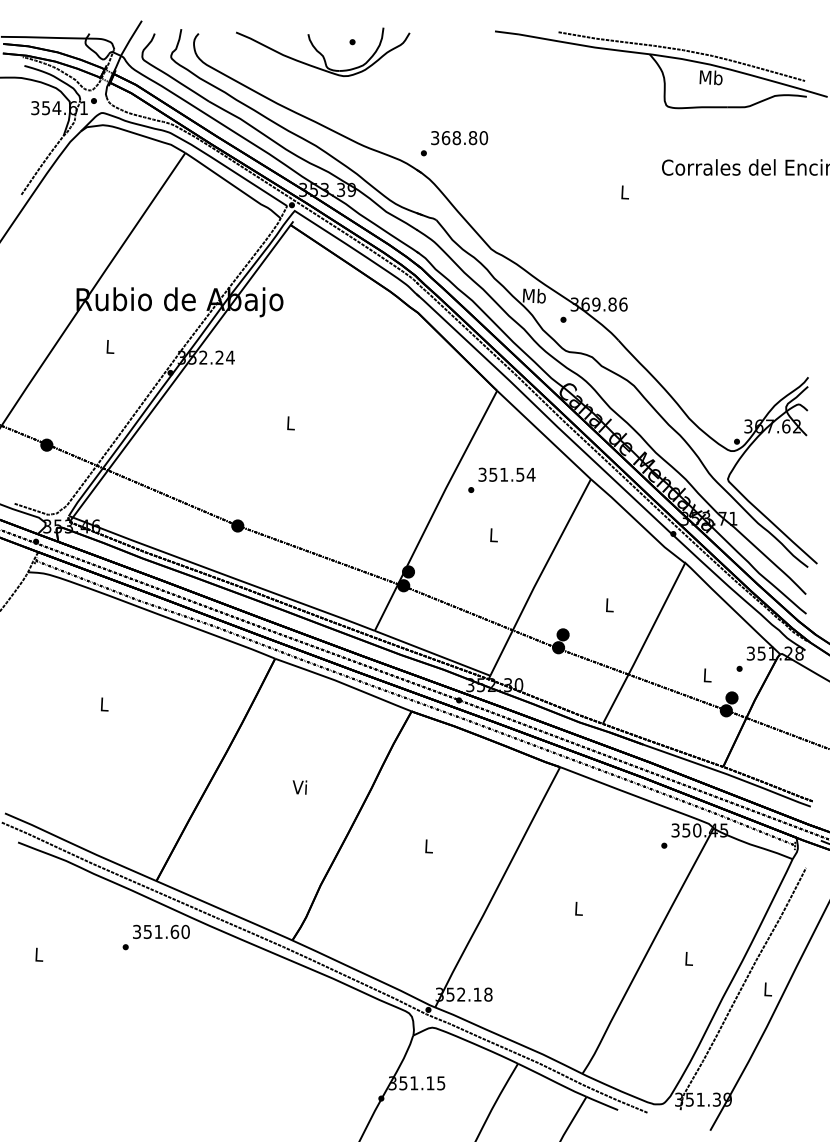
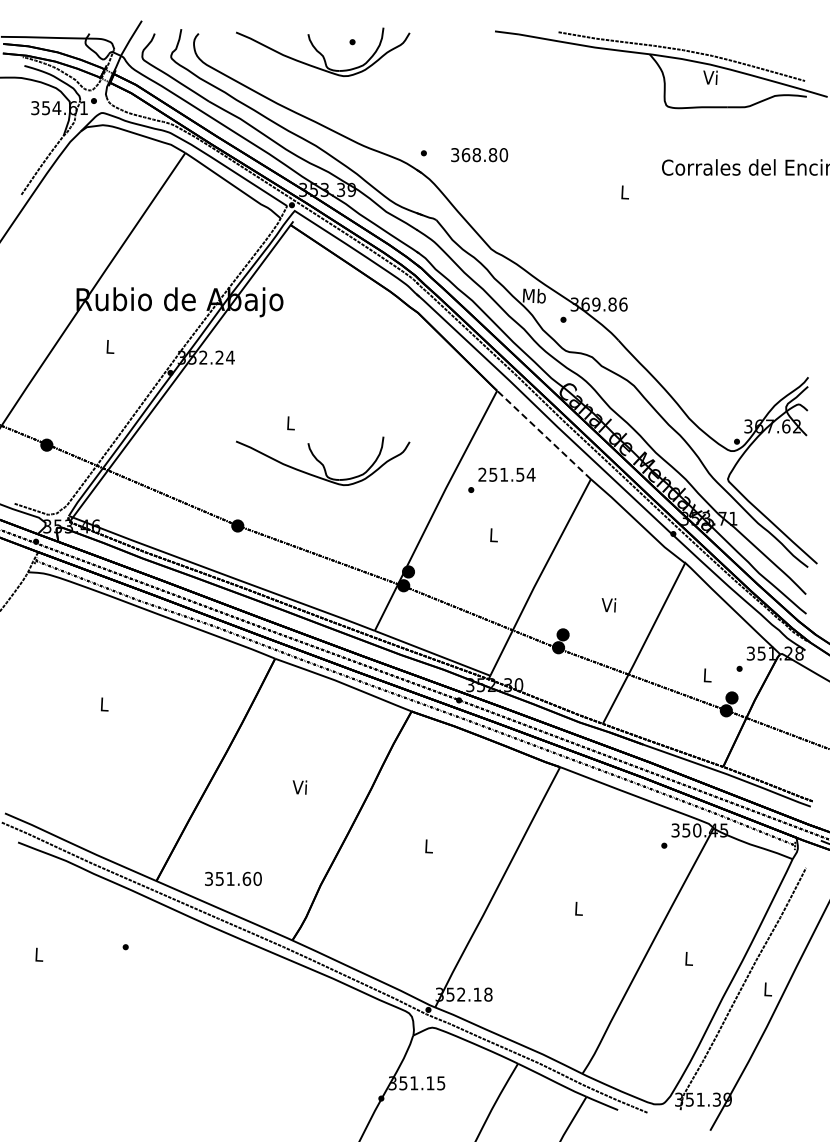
text at (710, 77): Mb -> Vi
text at (459, 138) position: (459, 138) -> (479, 155)
line at (543, 434): solid -> dashed
part at (323, 460): none -> present
text at (482, 474): 351.54 -> 251.54
text at (608, 605): L -> Vi
text at (161, 931) position: (161, 931) -> (233, 878)
